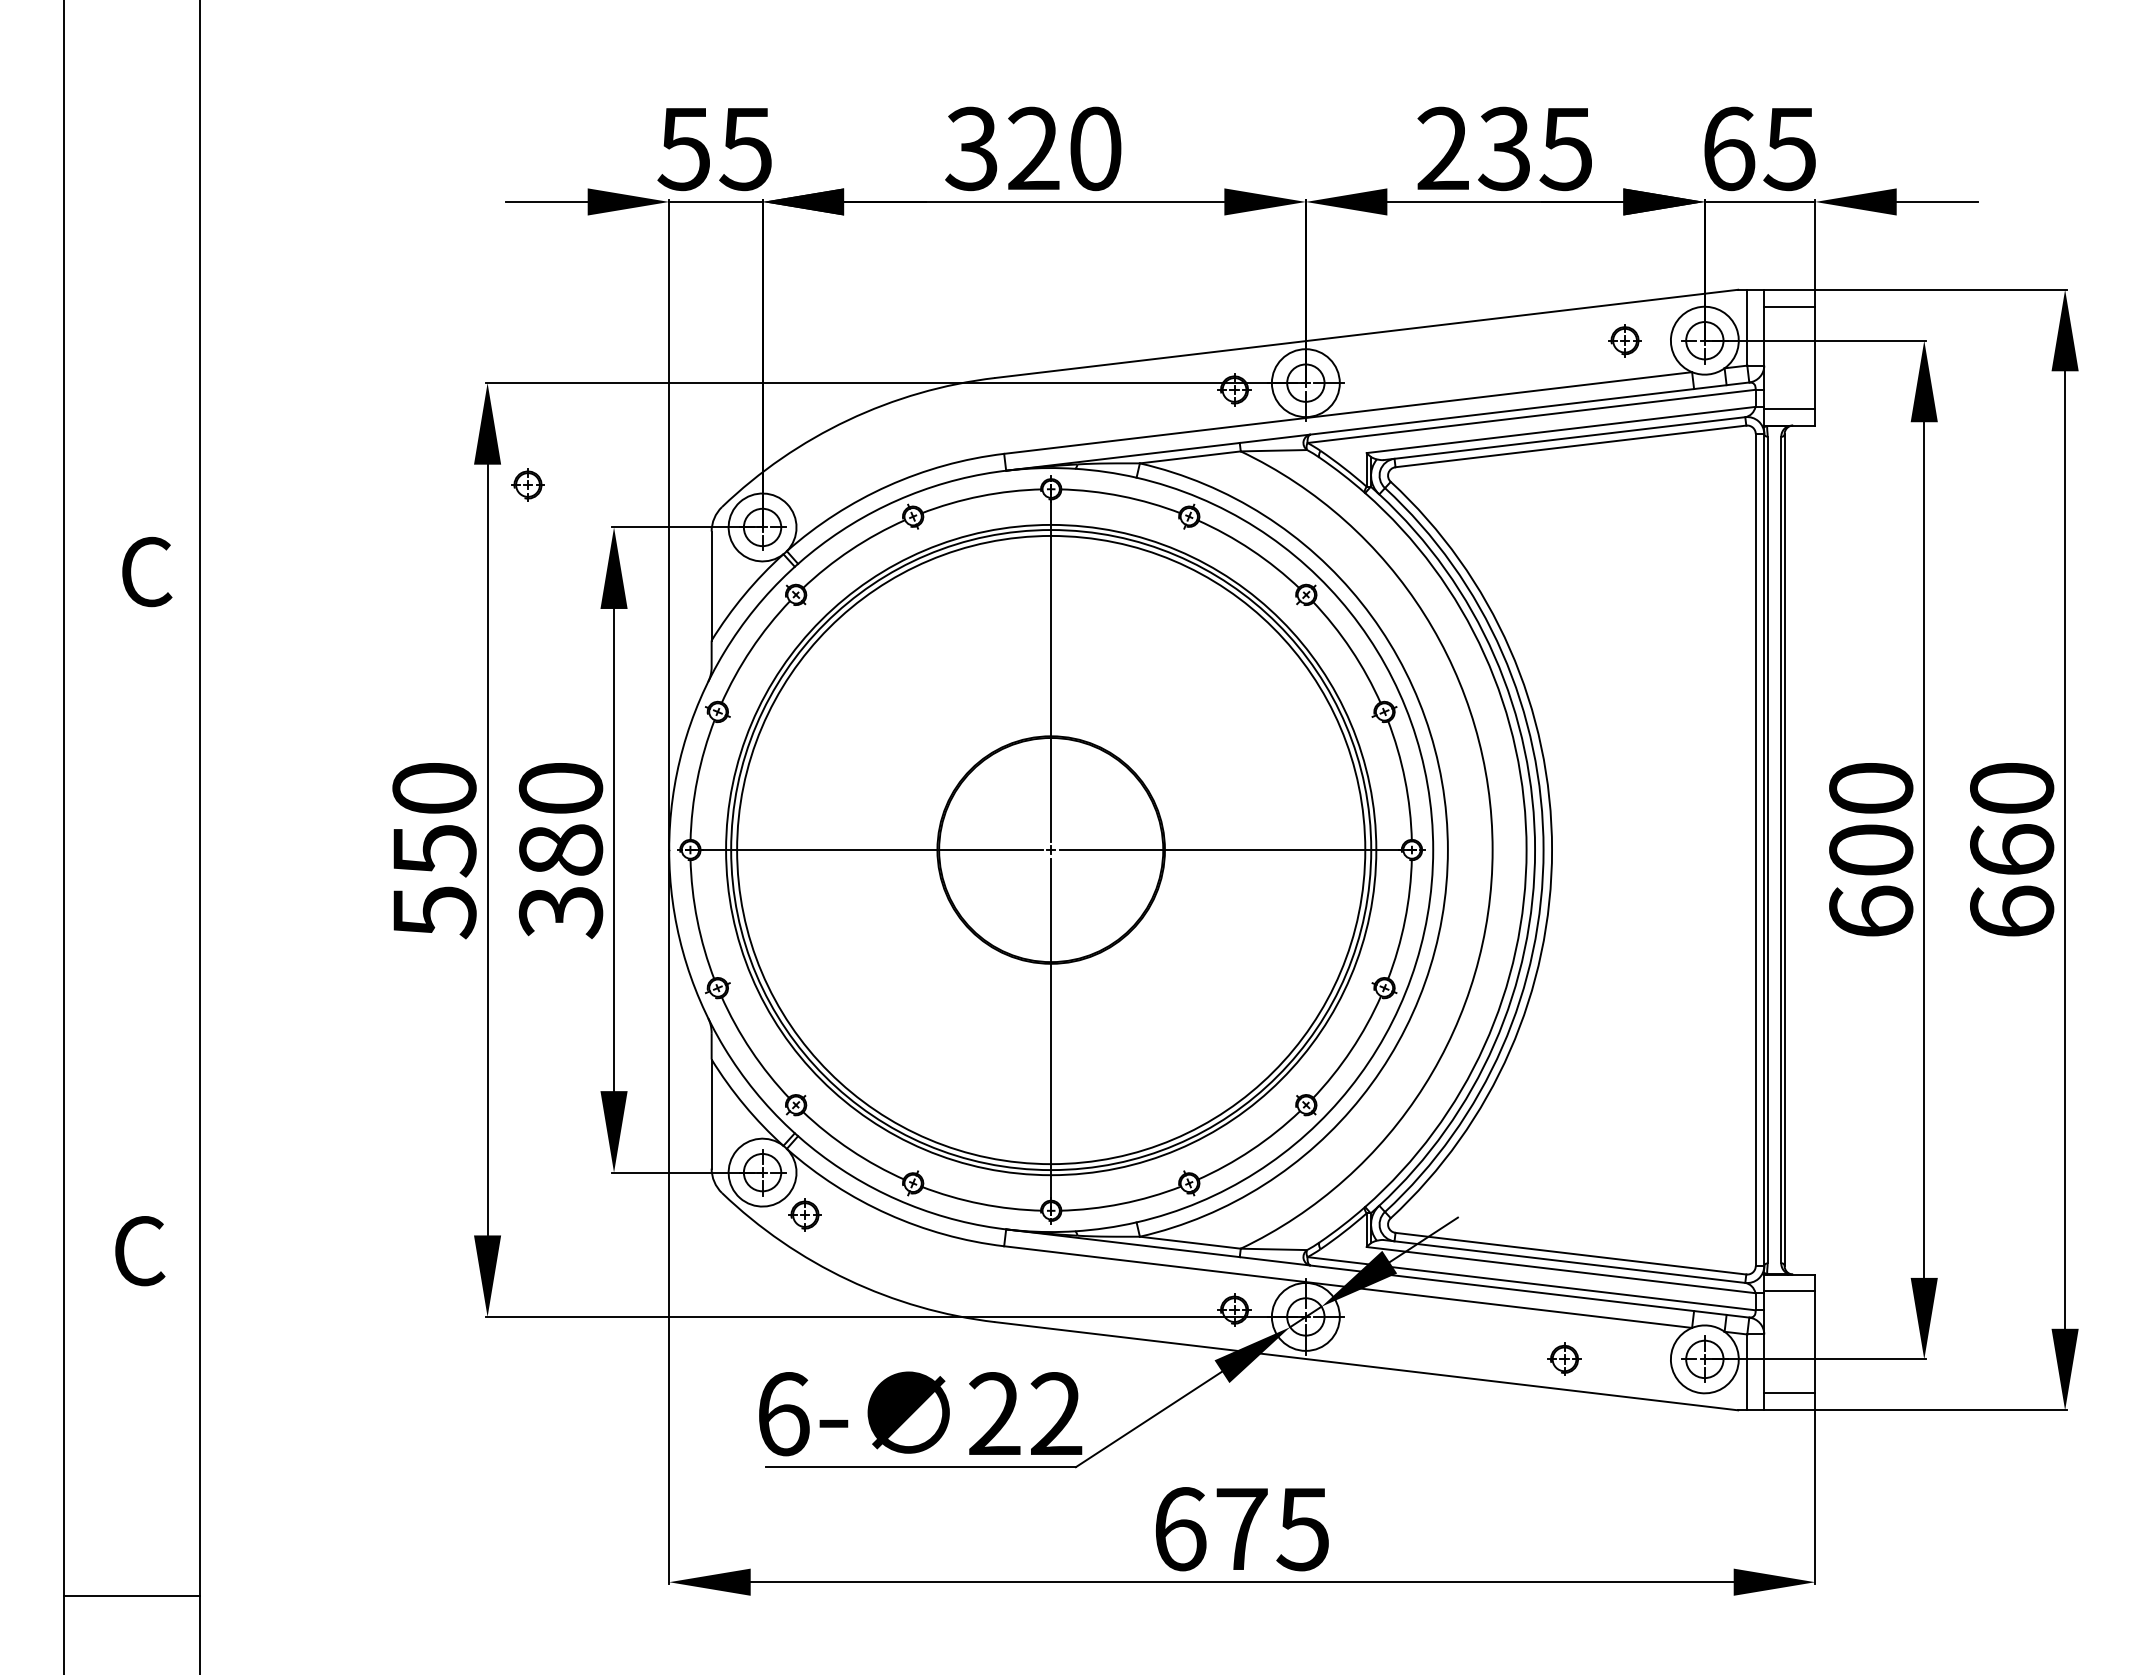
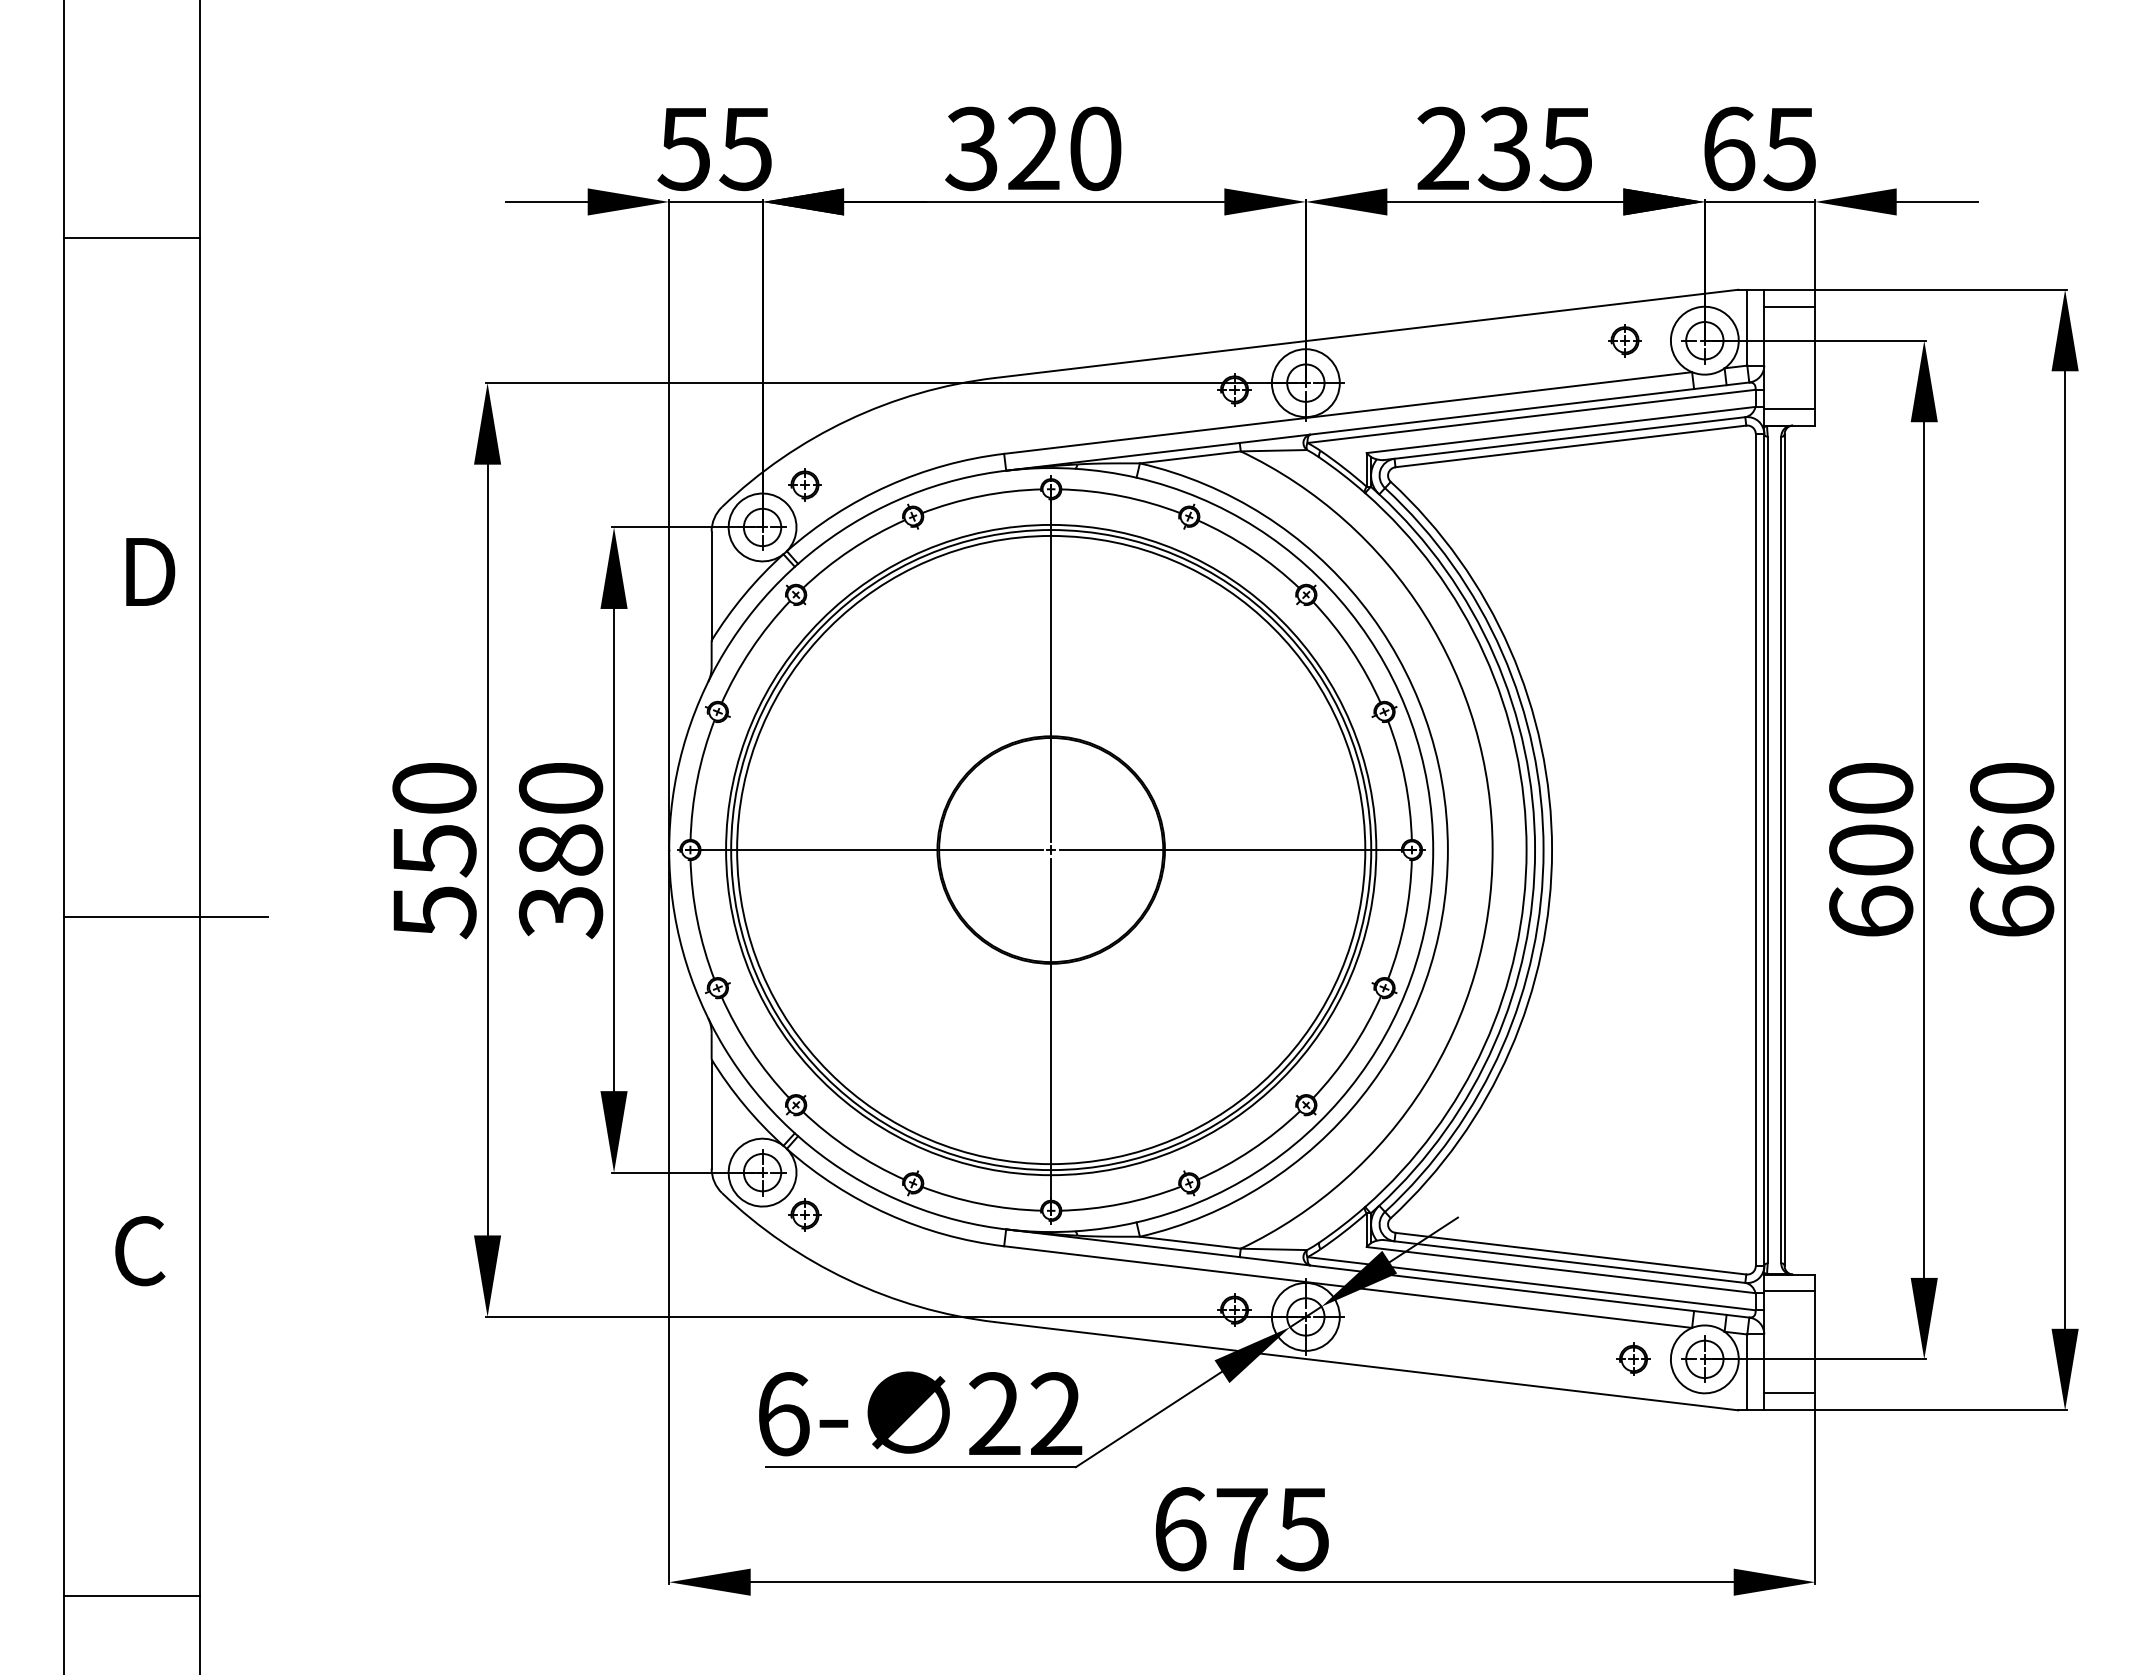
line at (132, 237): none -> present
part at (527, 484) position: (527, 484) -> (804, 484)
text at (148, 571): C -> D
line at (166, 916): none -> present
part at (1564, 1358) position: (1564, 1358) -> (1633, 1358)
